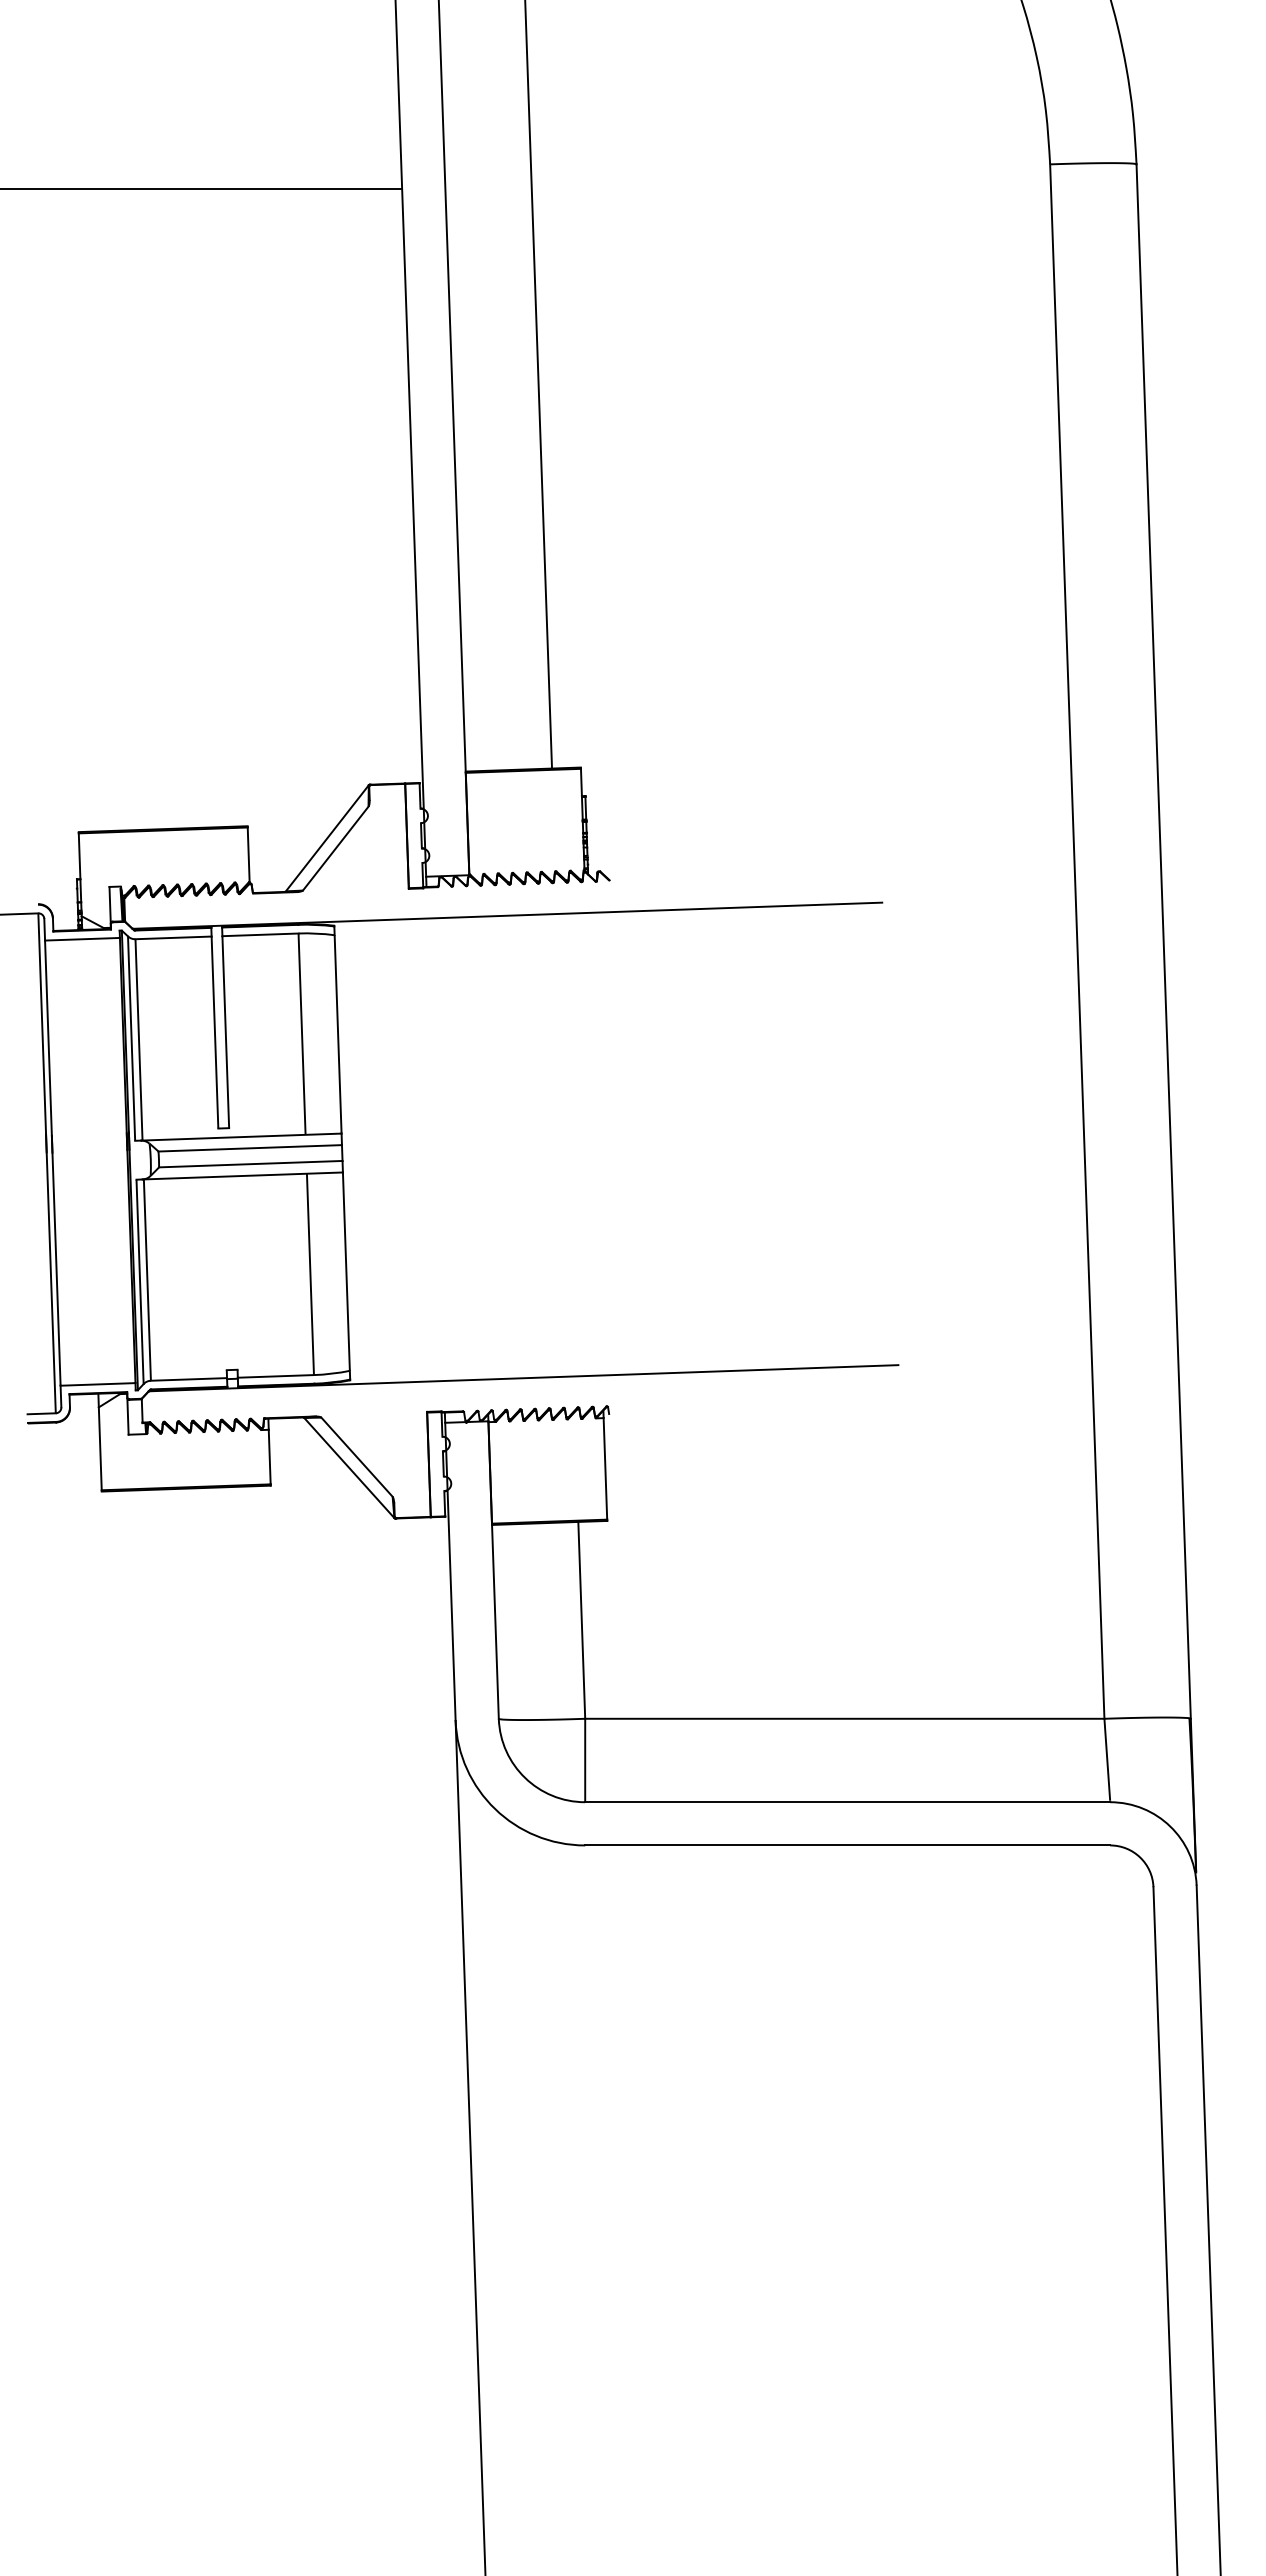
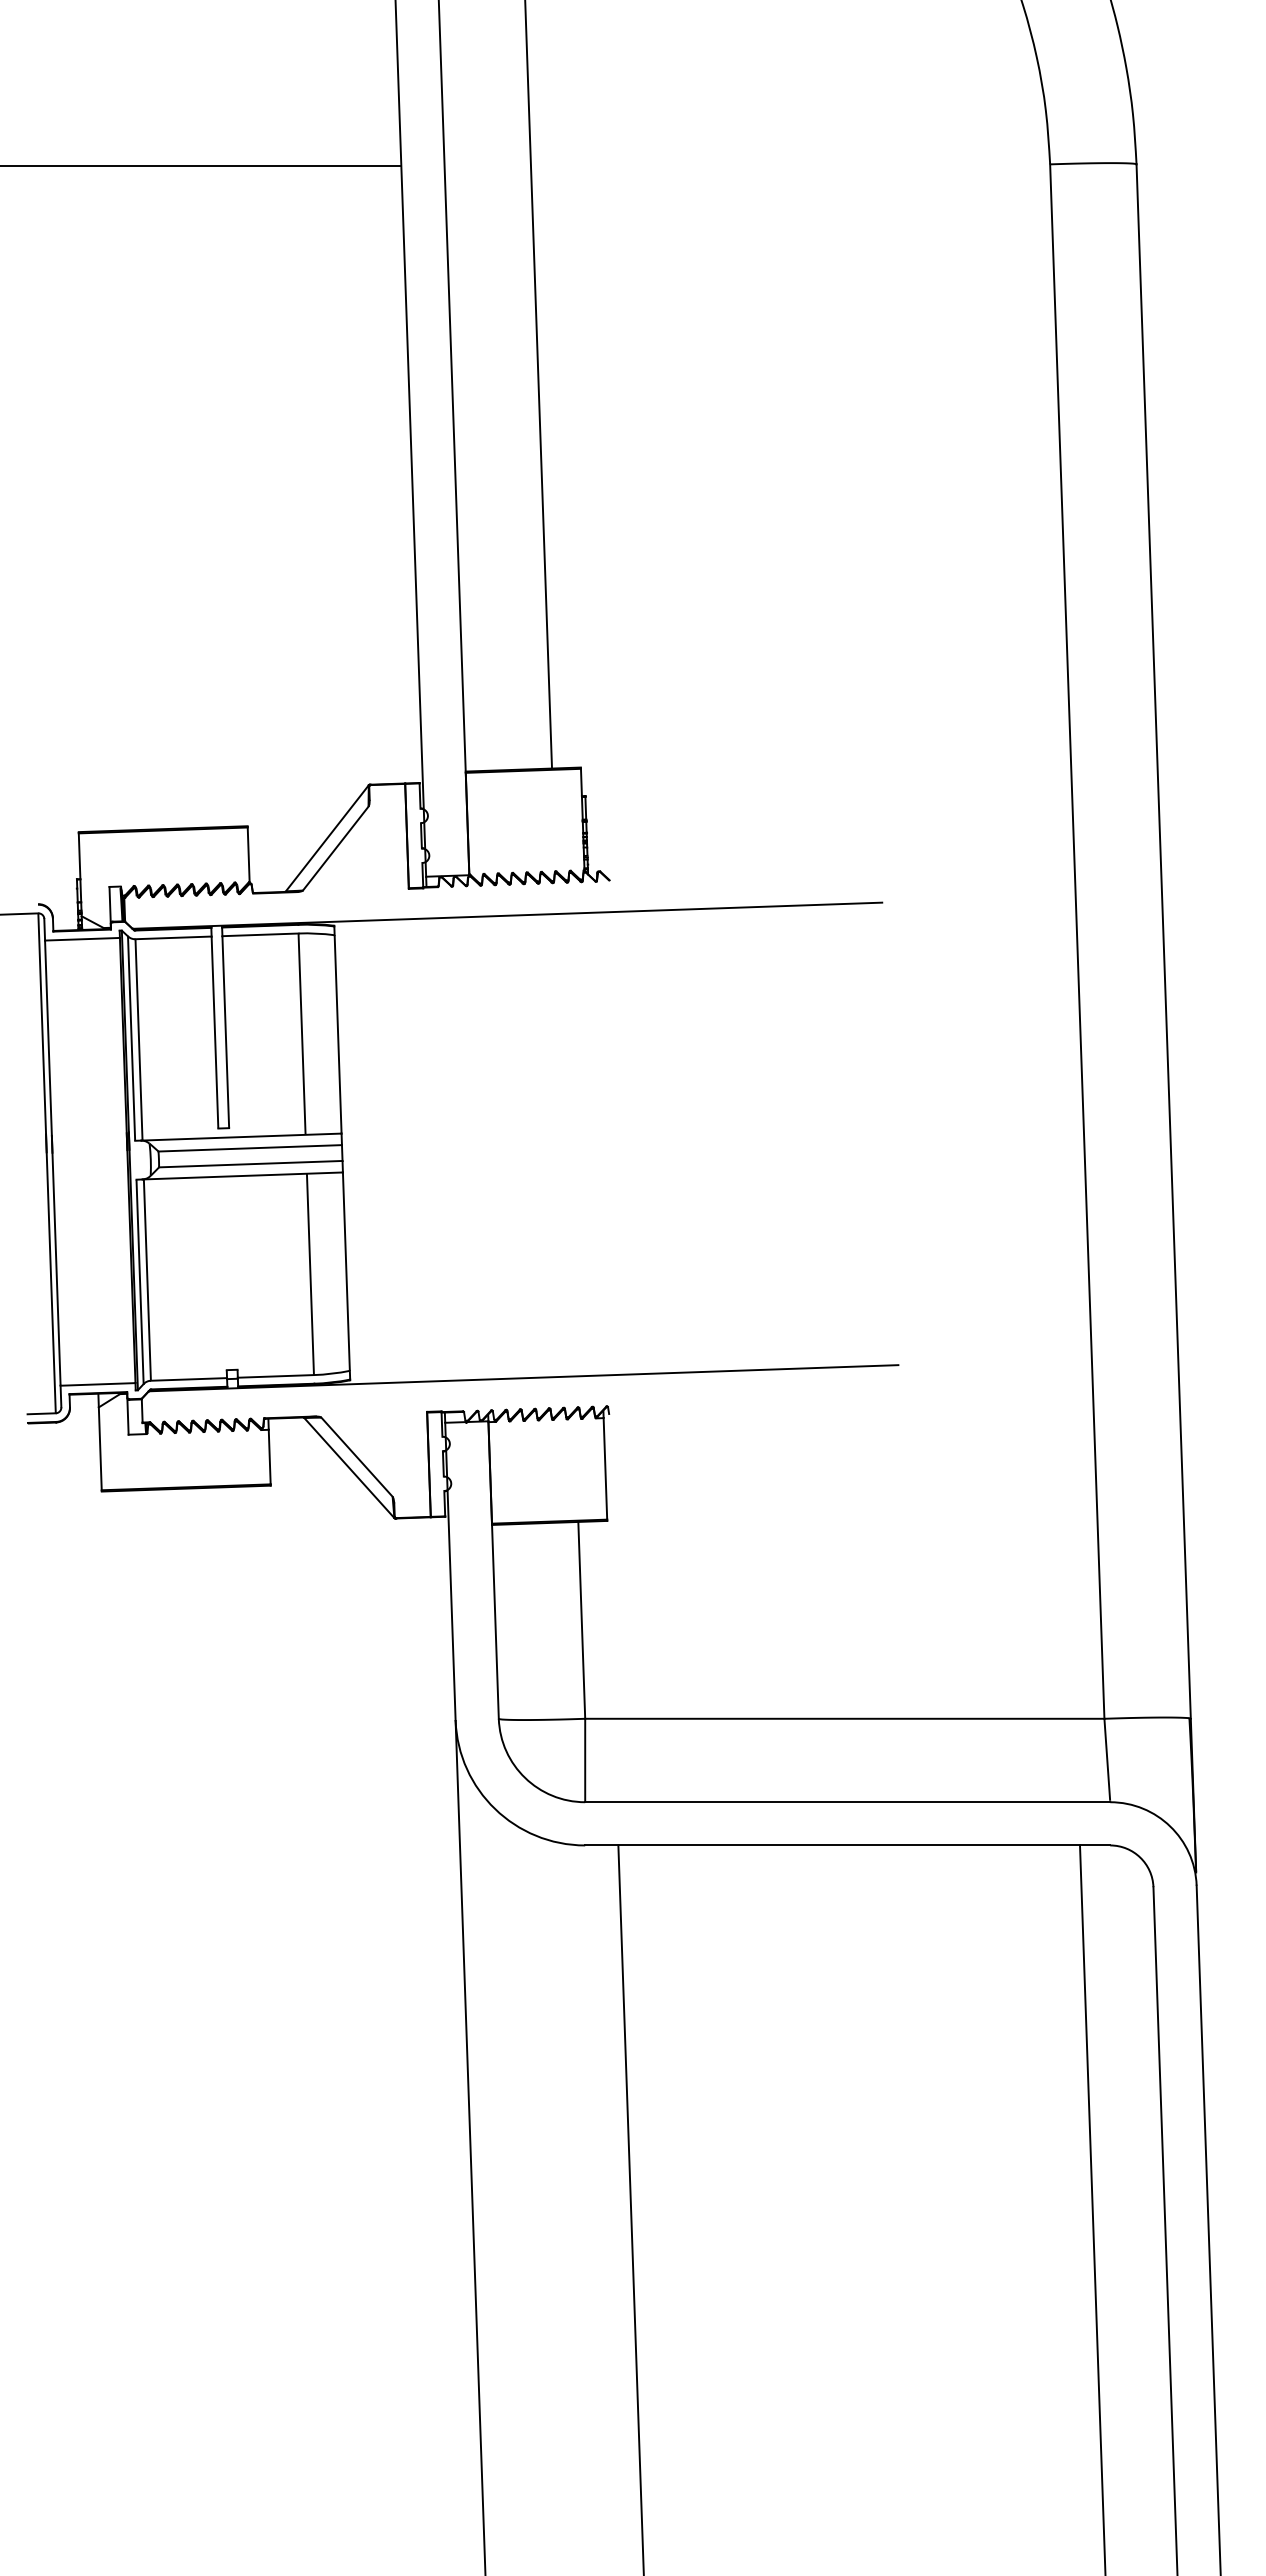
line at (201, 188) position: (201, 188) -> (201, 165)
line at (630, 2208): none -> present
line at (1092, 2208): none -> present
